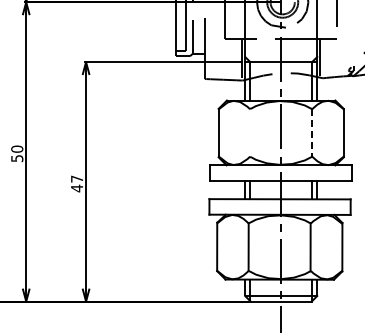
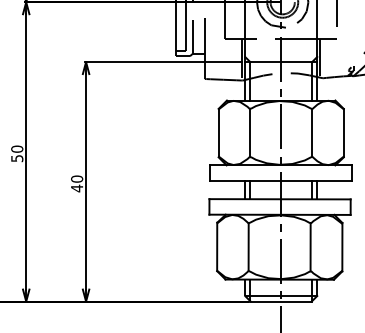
line at (250, 133): none -> present
line at (312, 133): dashed -> solid
text at (77, 178): 47 -> 40
